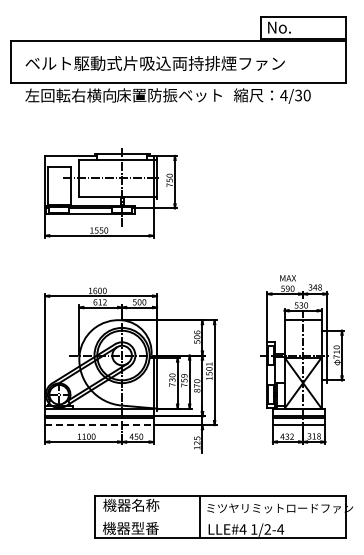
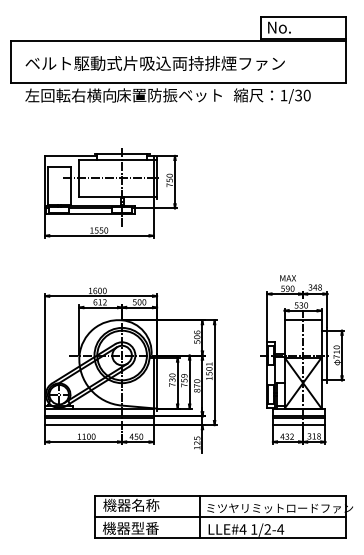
text at (283, 95): 4/30 -> 1/30
line at (99, 425): dashed -> solid
line at (220, 517): none -> present
